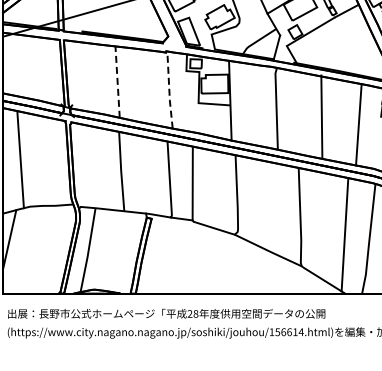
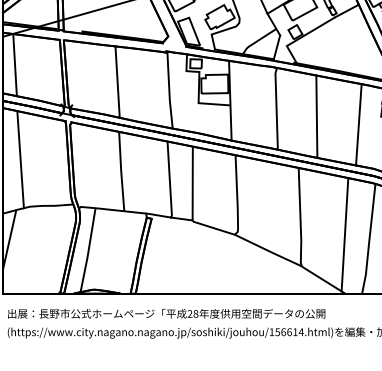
line at (14, 65): none -> present
line at (117, 82): dashed -> solid
line at (169, 89): dashed -> solid
line at (321, 116) position: (321, 116) -> (316, 116)
